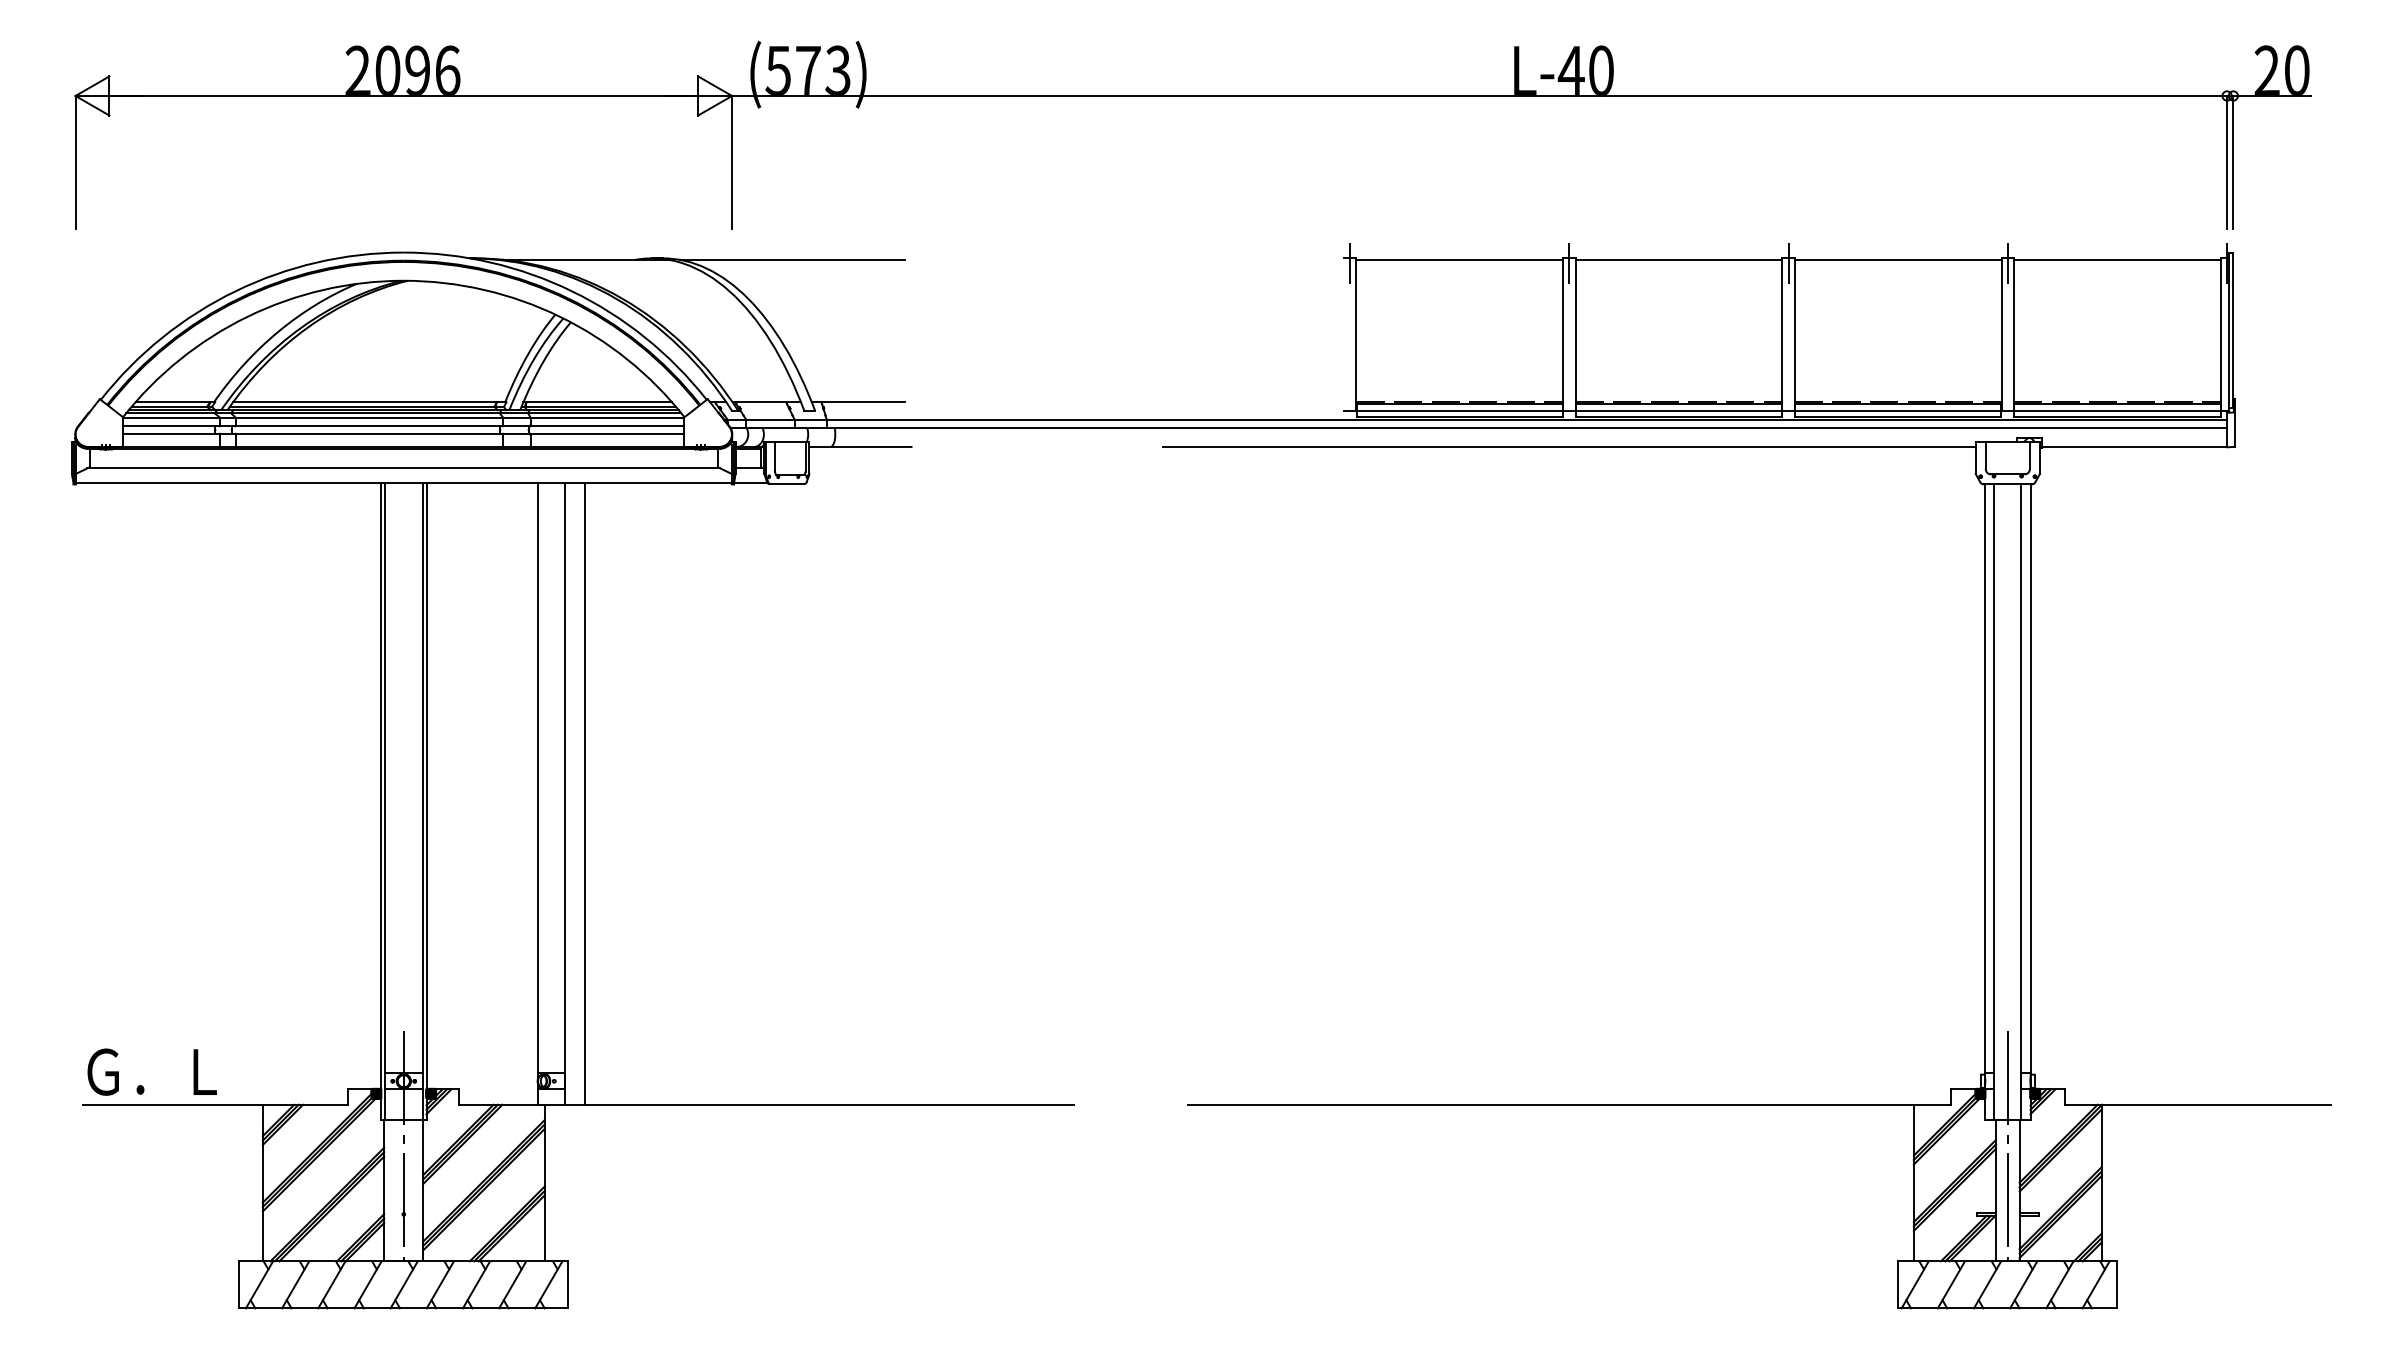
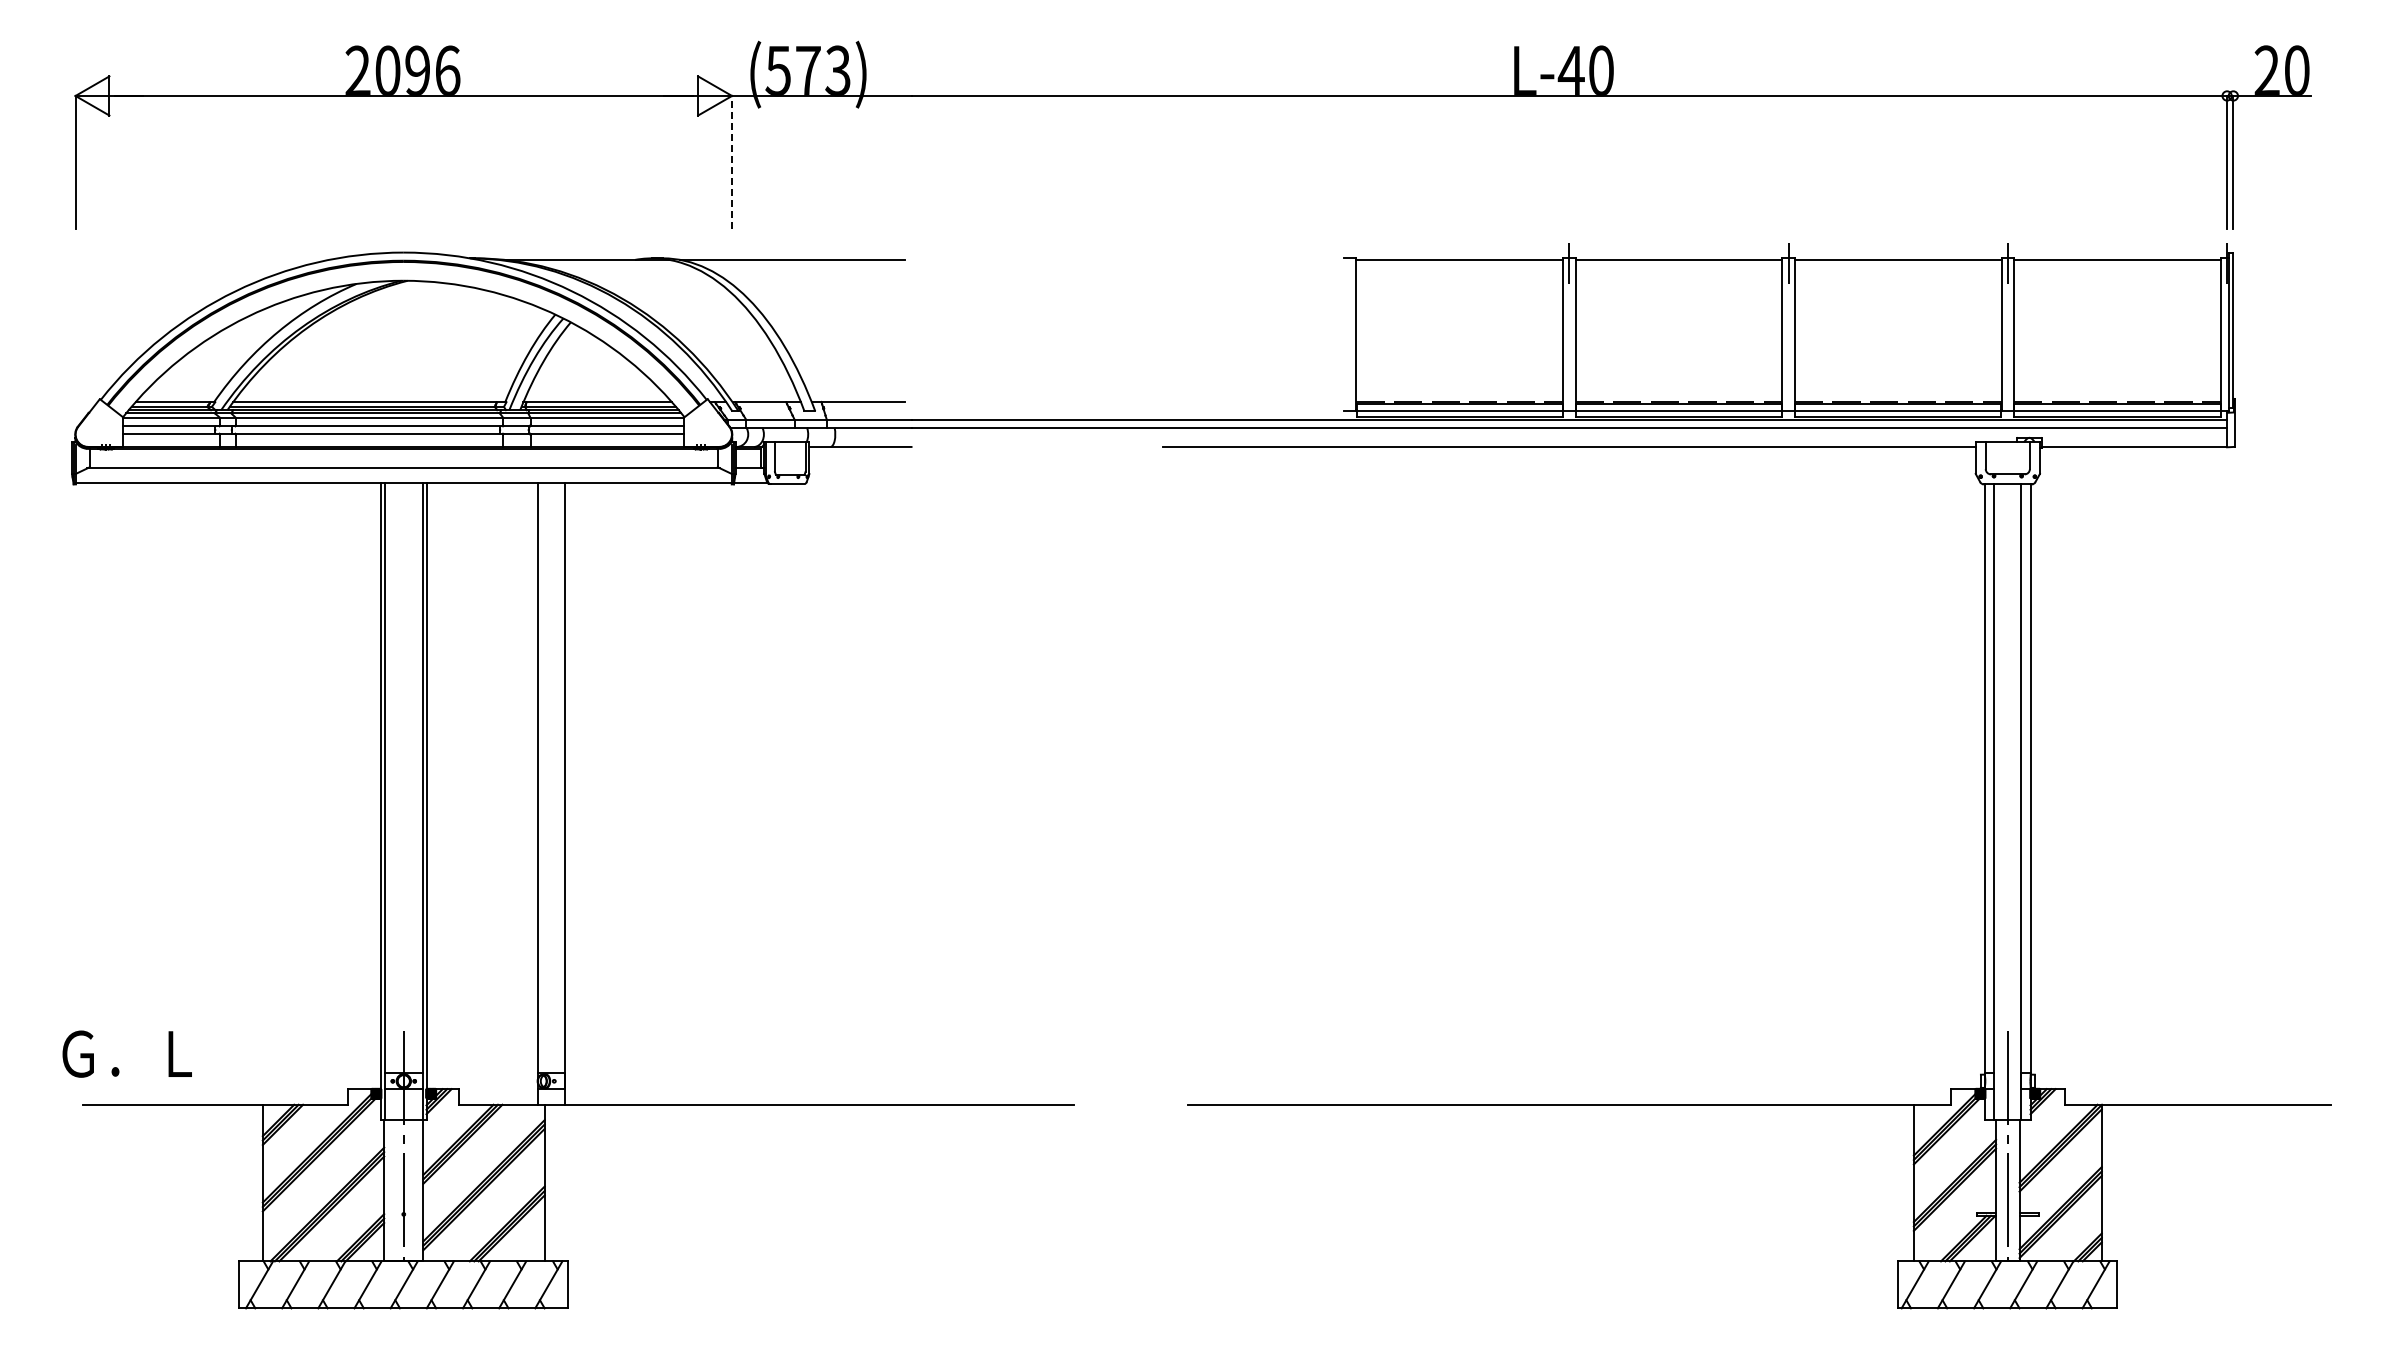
line at (732, 162): solid -> dashed
line at (1350, 263): present -> none
line at (584, 793): present -> none
text at (151, 1071) position: (151, 1071) -> (126, 1053)
